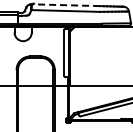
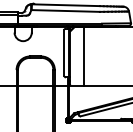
line at (65, 5): dashed -> solid
line at (83, 56): none -> present
